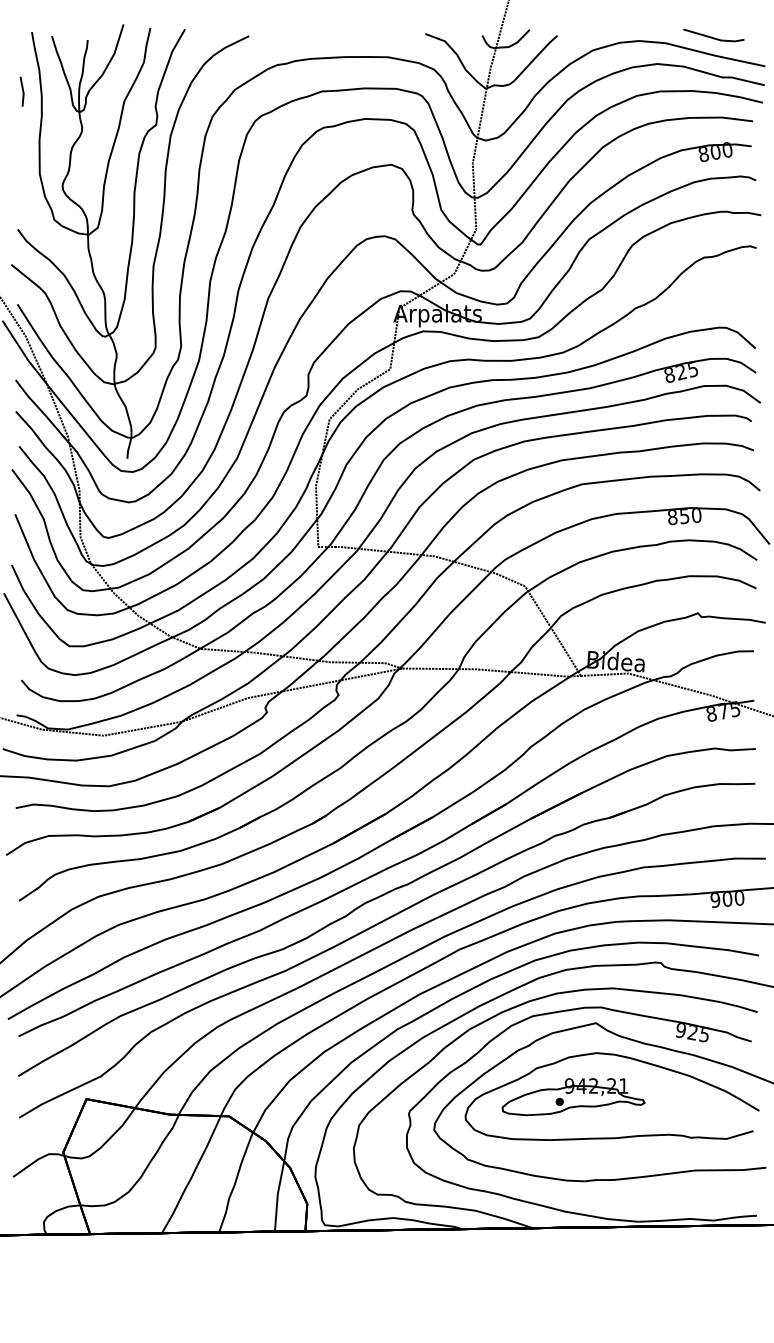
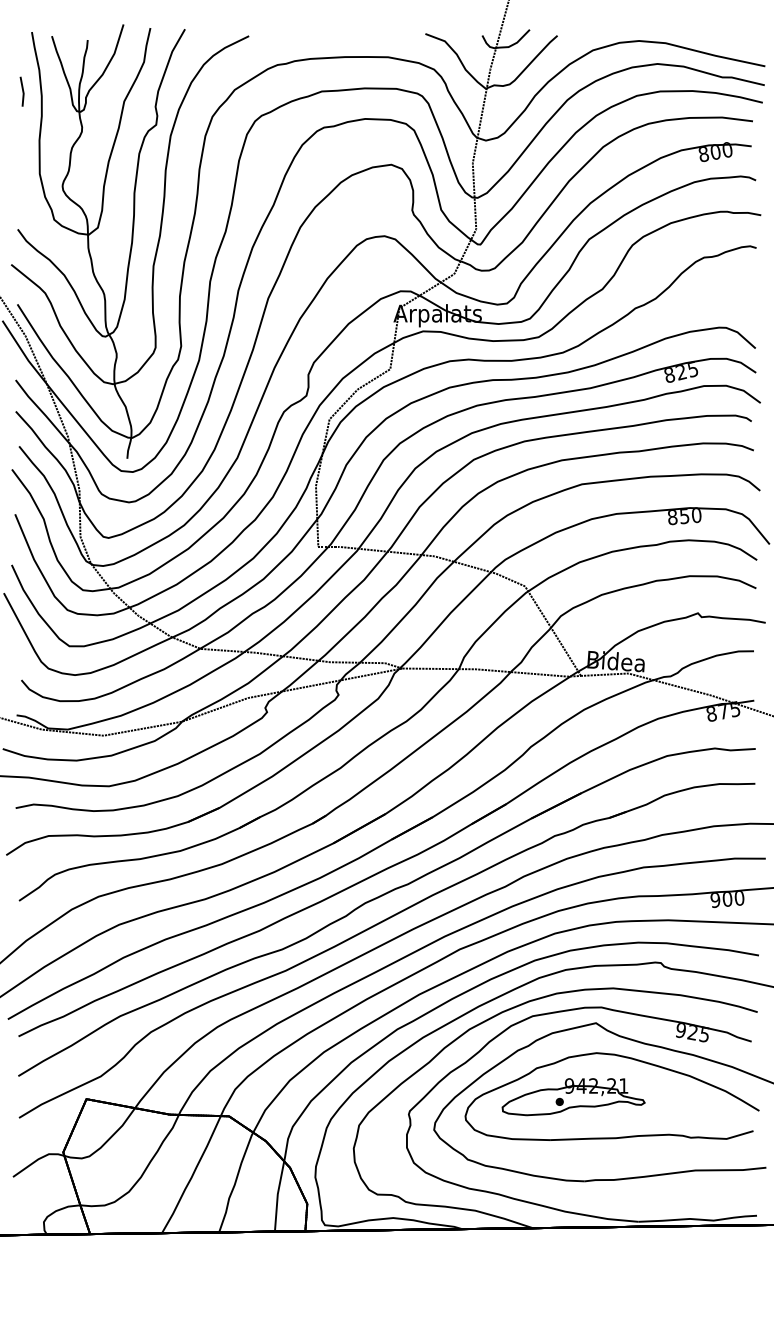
line at (713, 37): present -> none
